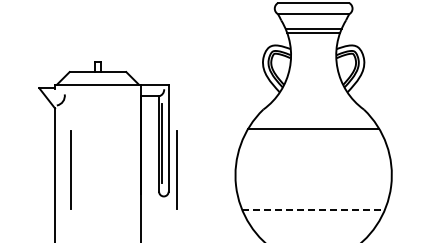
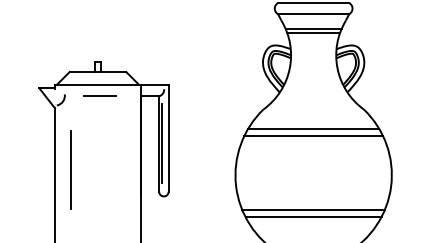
line at (99, 95): none -> present
line at (313, 136): none -> present
line at (176, 169): present -> none
line at (314, 209): dashed -> solid
line at (313, 217): none -> present
